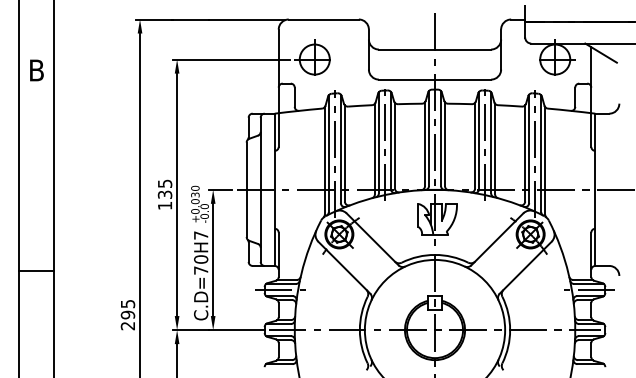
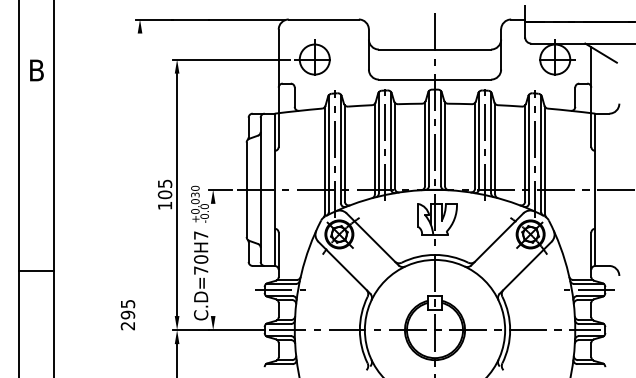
text at (165, 194): 135 -> 105
line at (140, 203): present -> none
line at (213, 259): present -> none
